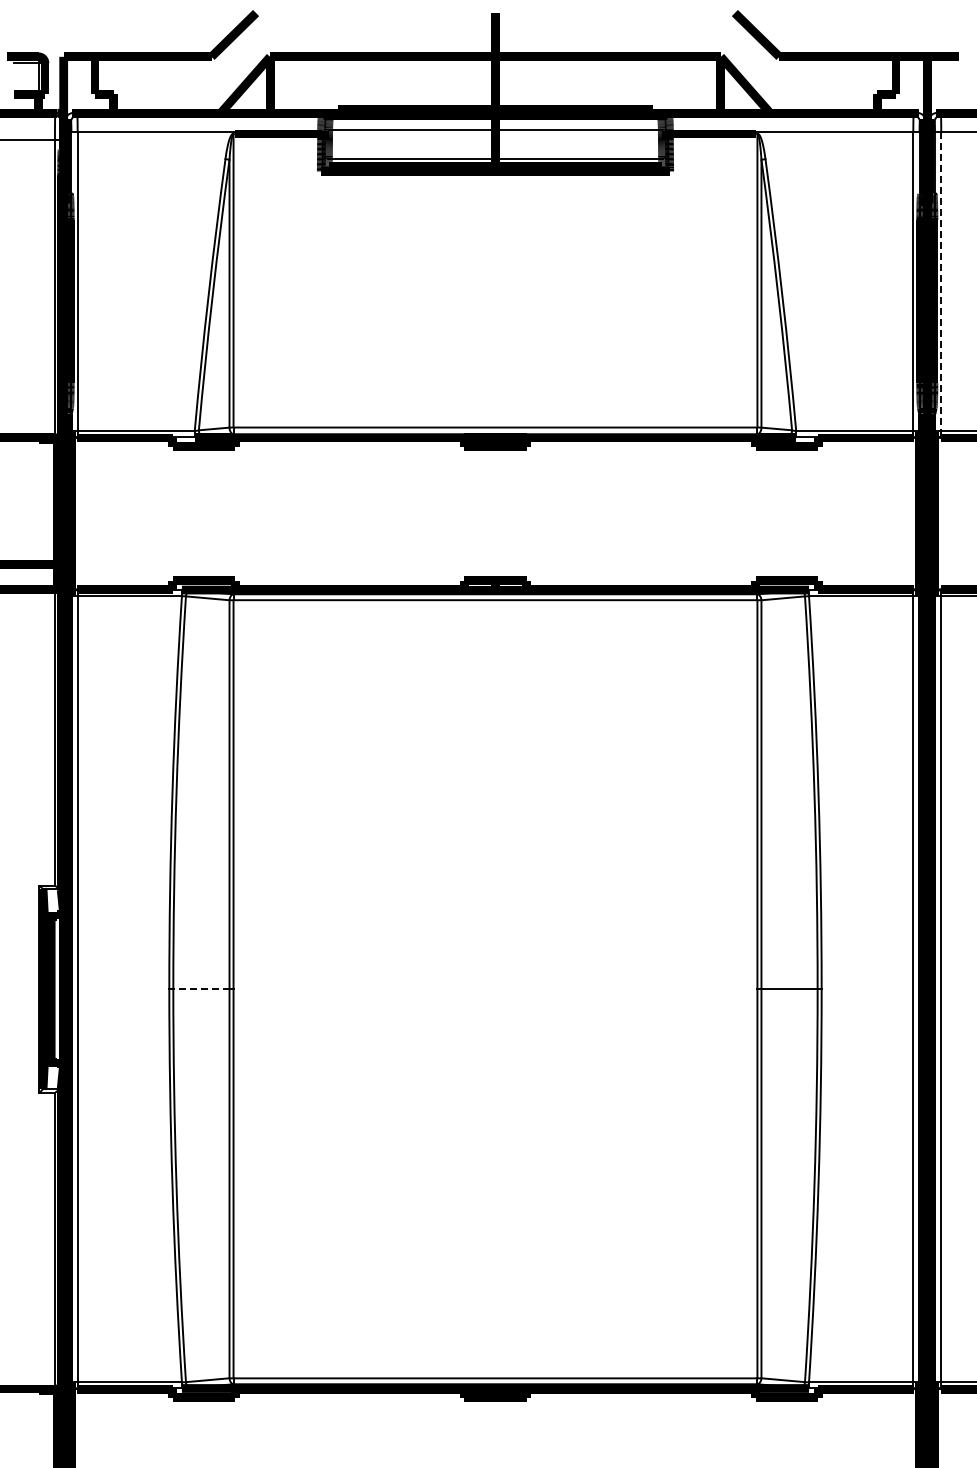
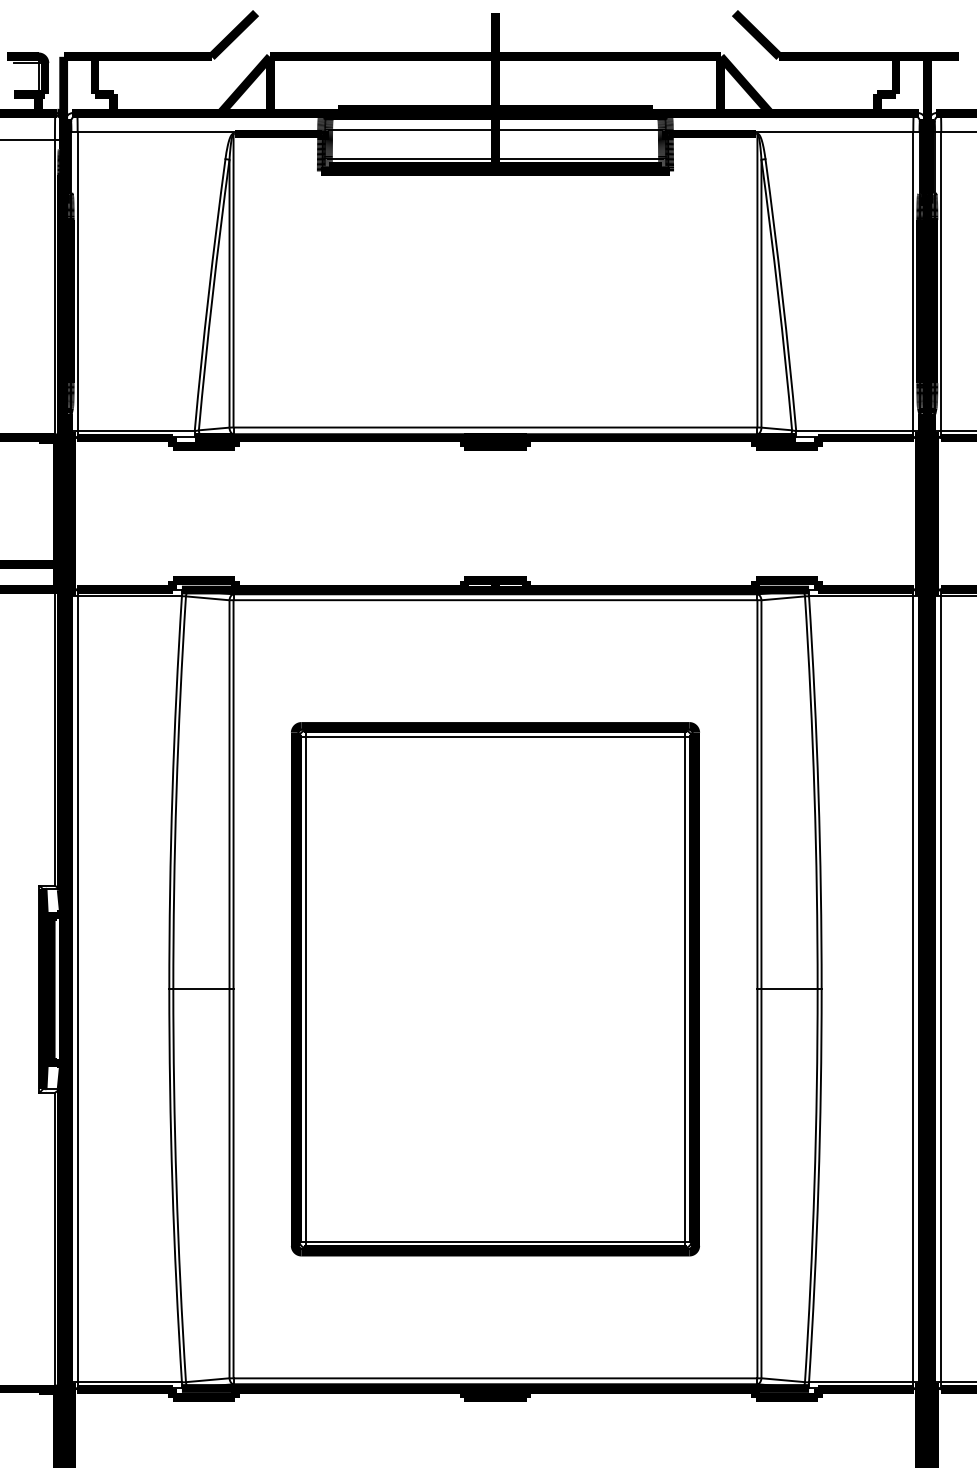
line at (941, 281): dashed -> solid
line at (200, 989): dashed -> solid
part at (495, 989): none -> present
